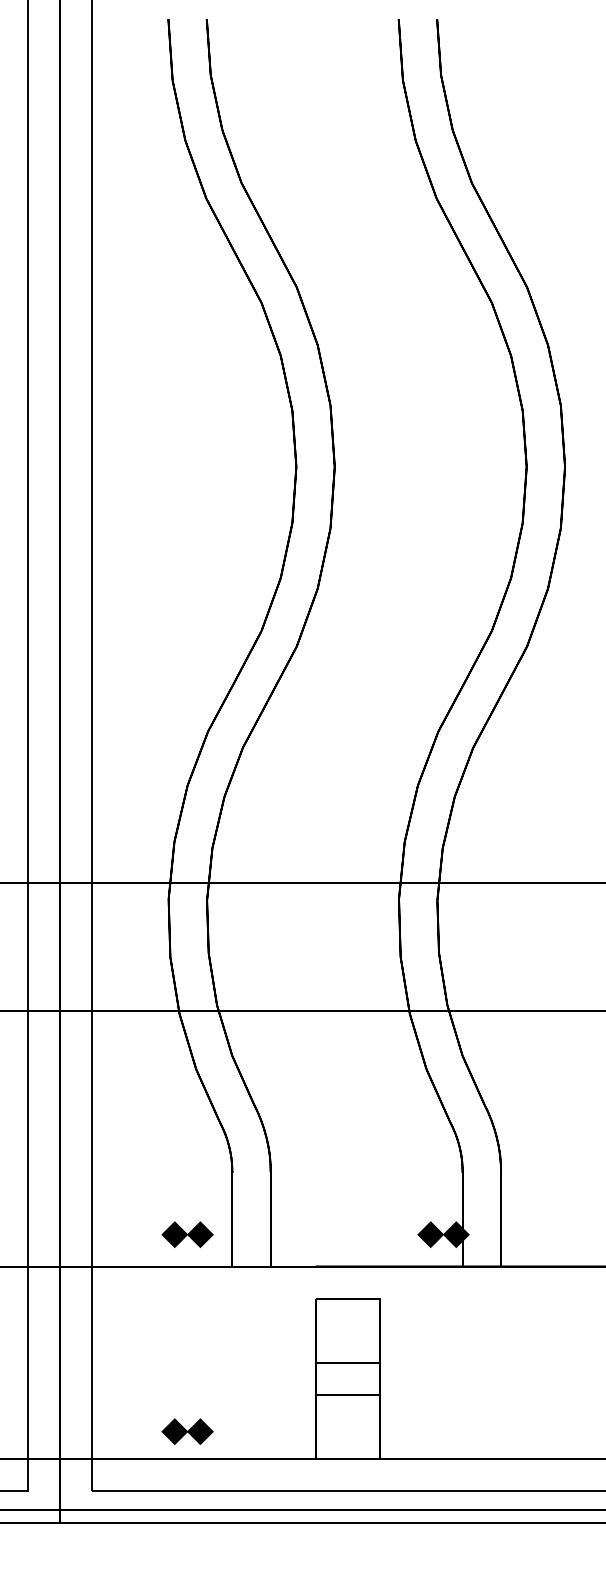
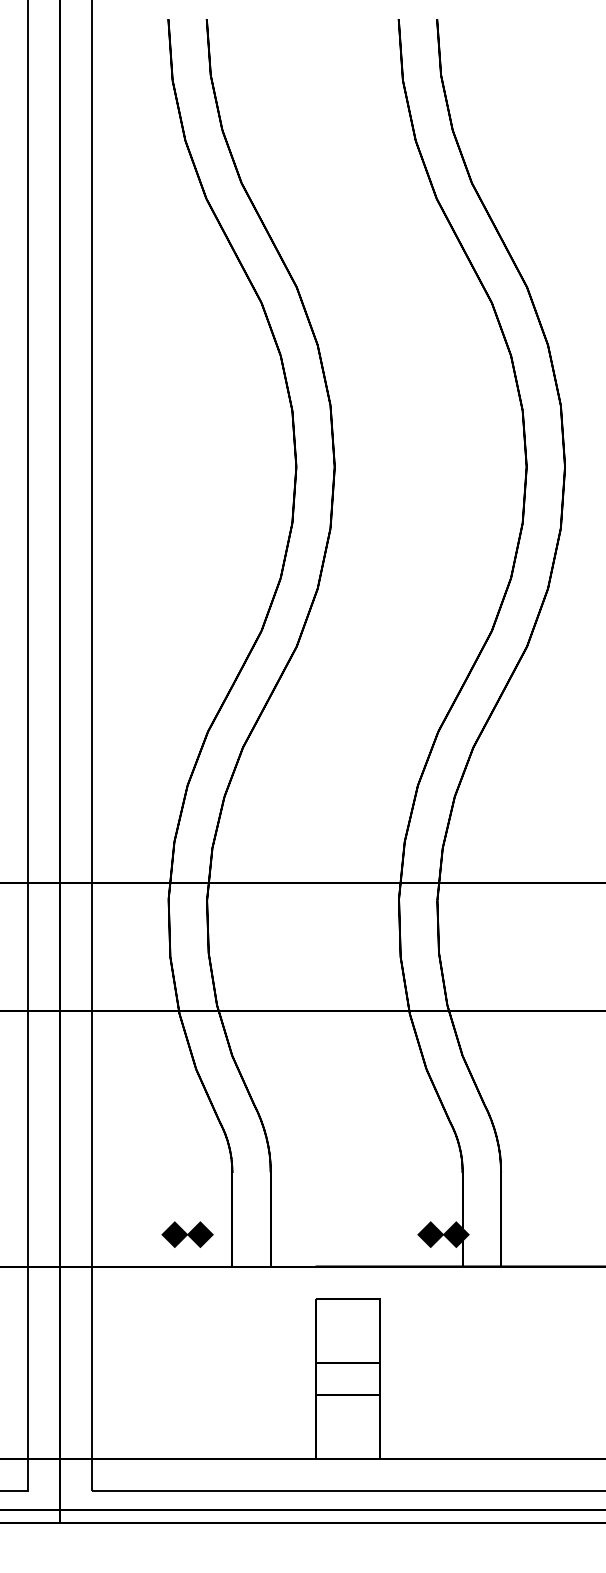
part at (187, 1431): present -> none
